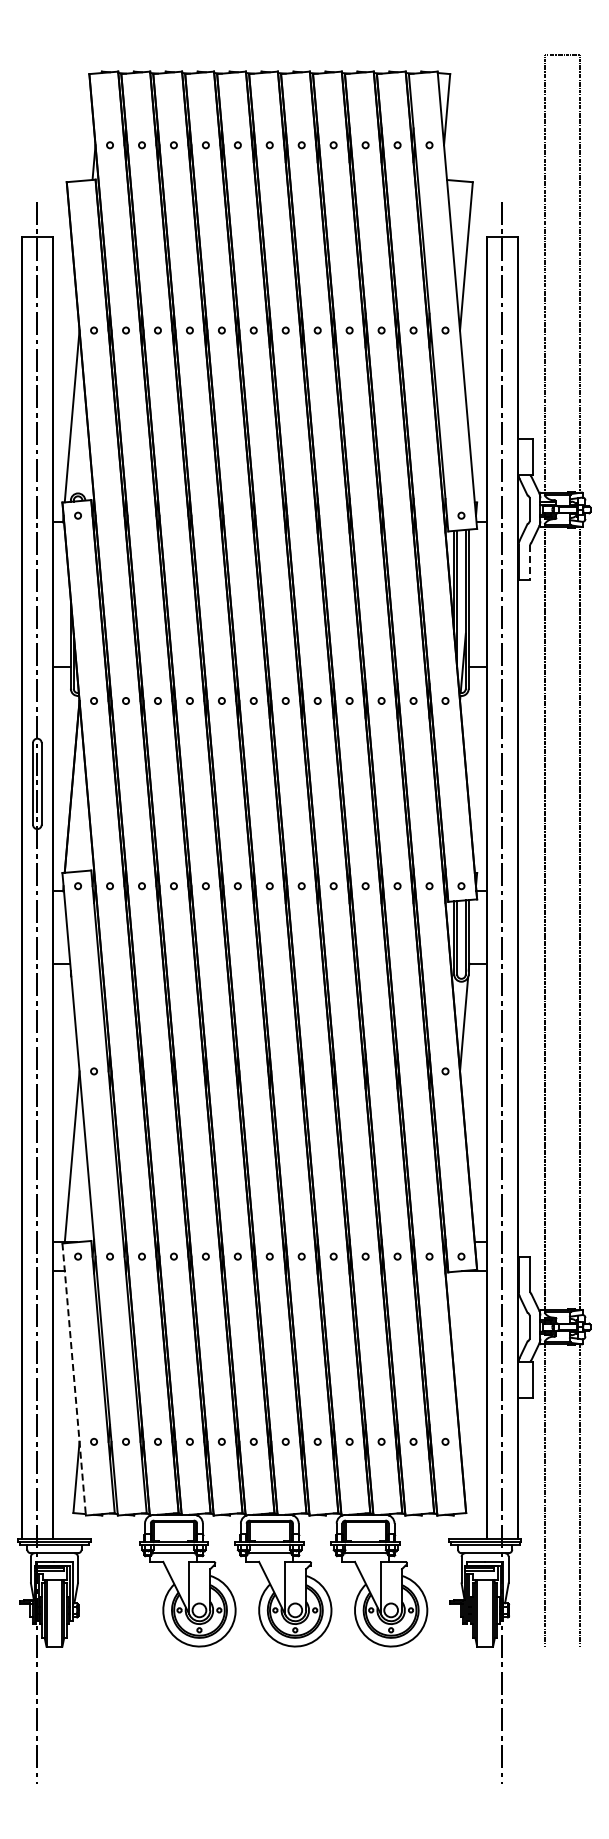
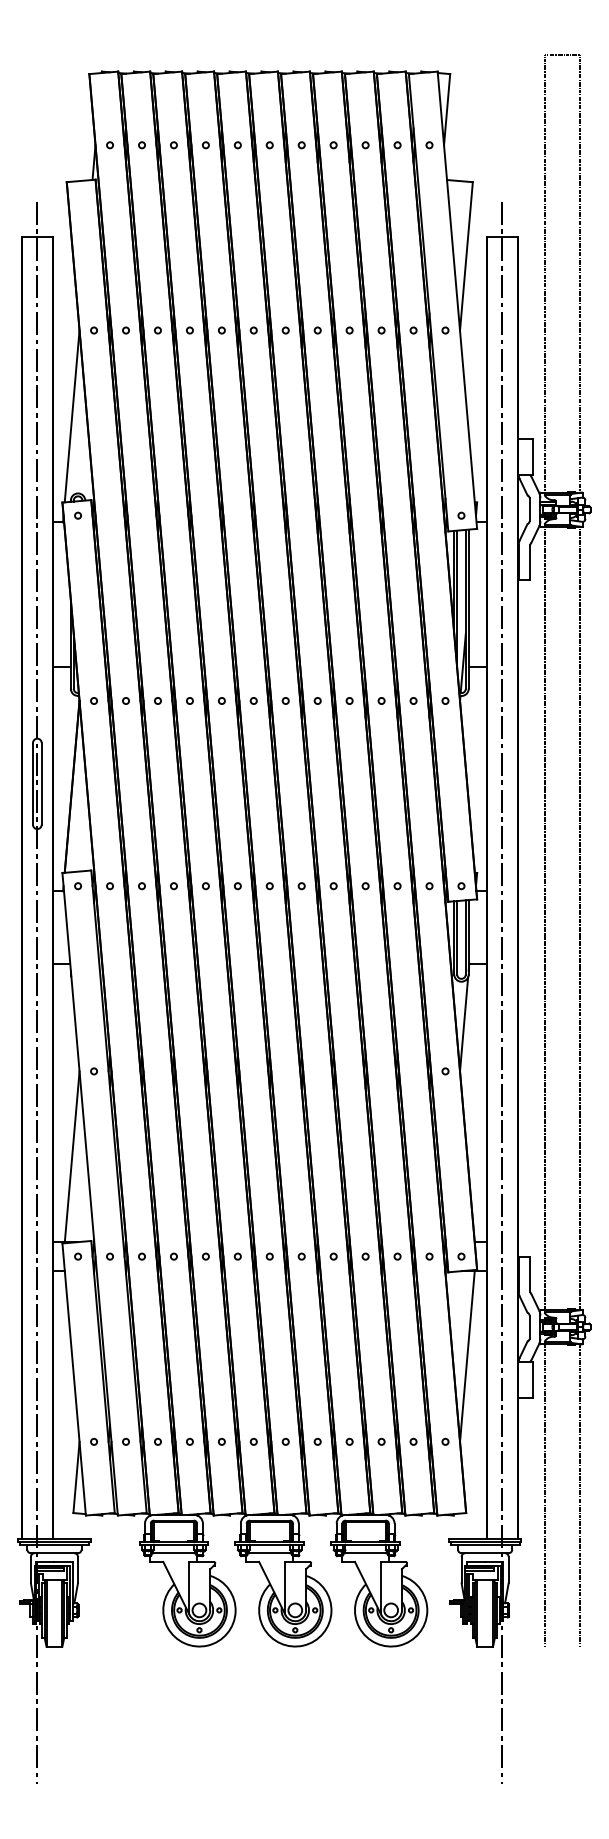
line at (530, 562): dashed -> solid
line at (467, 1356): none -> present
line at (74, 1379): dashed -> solid
